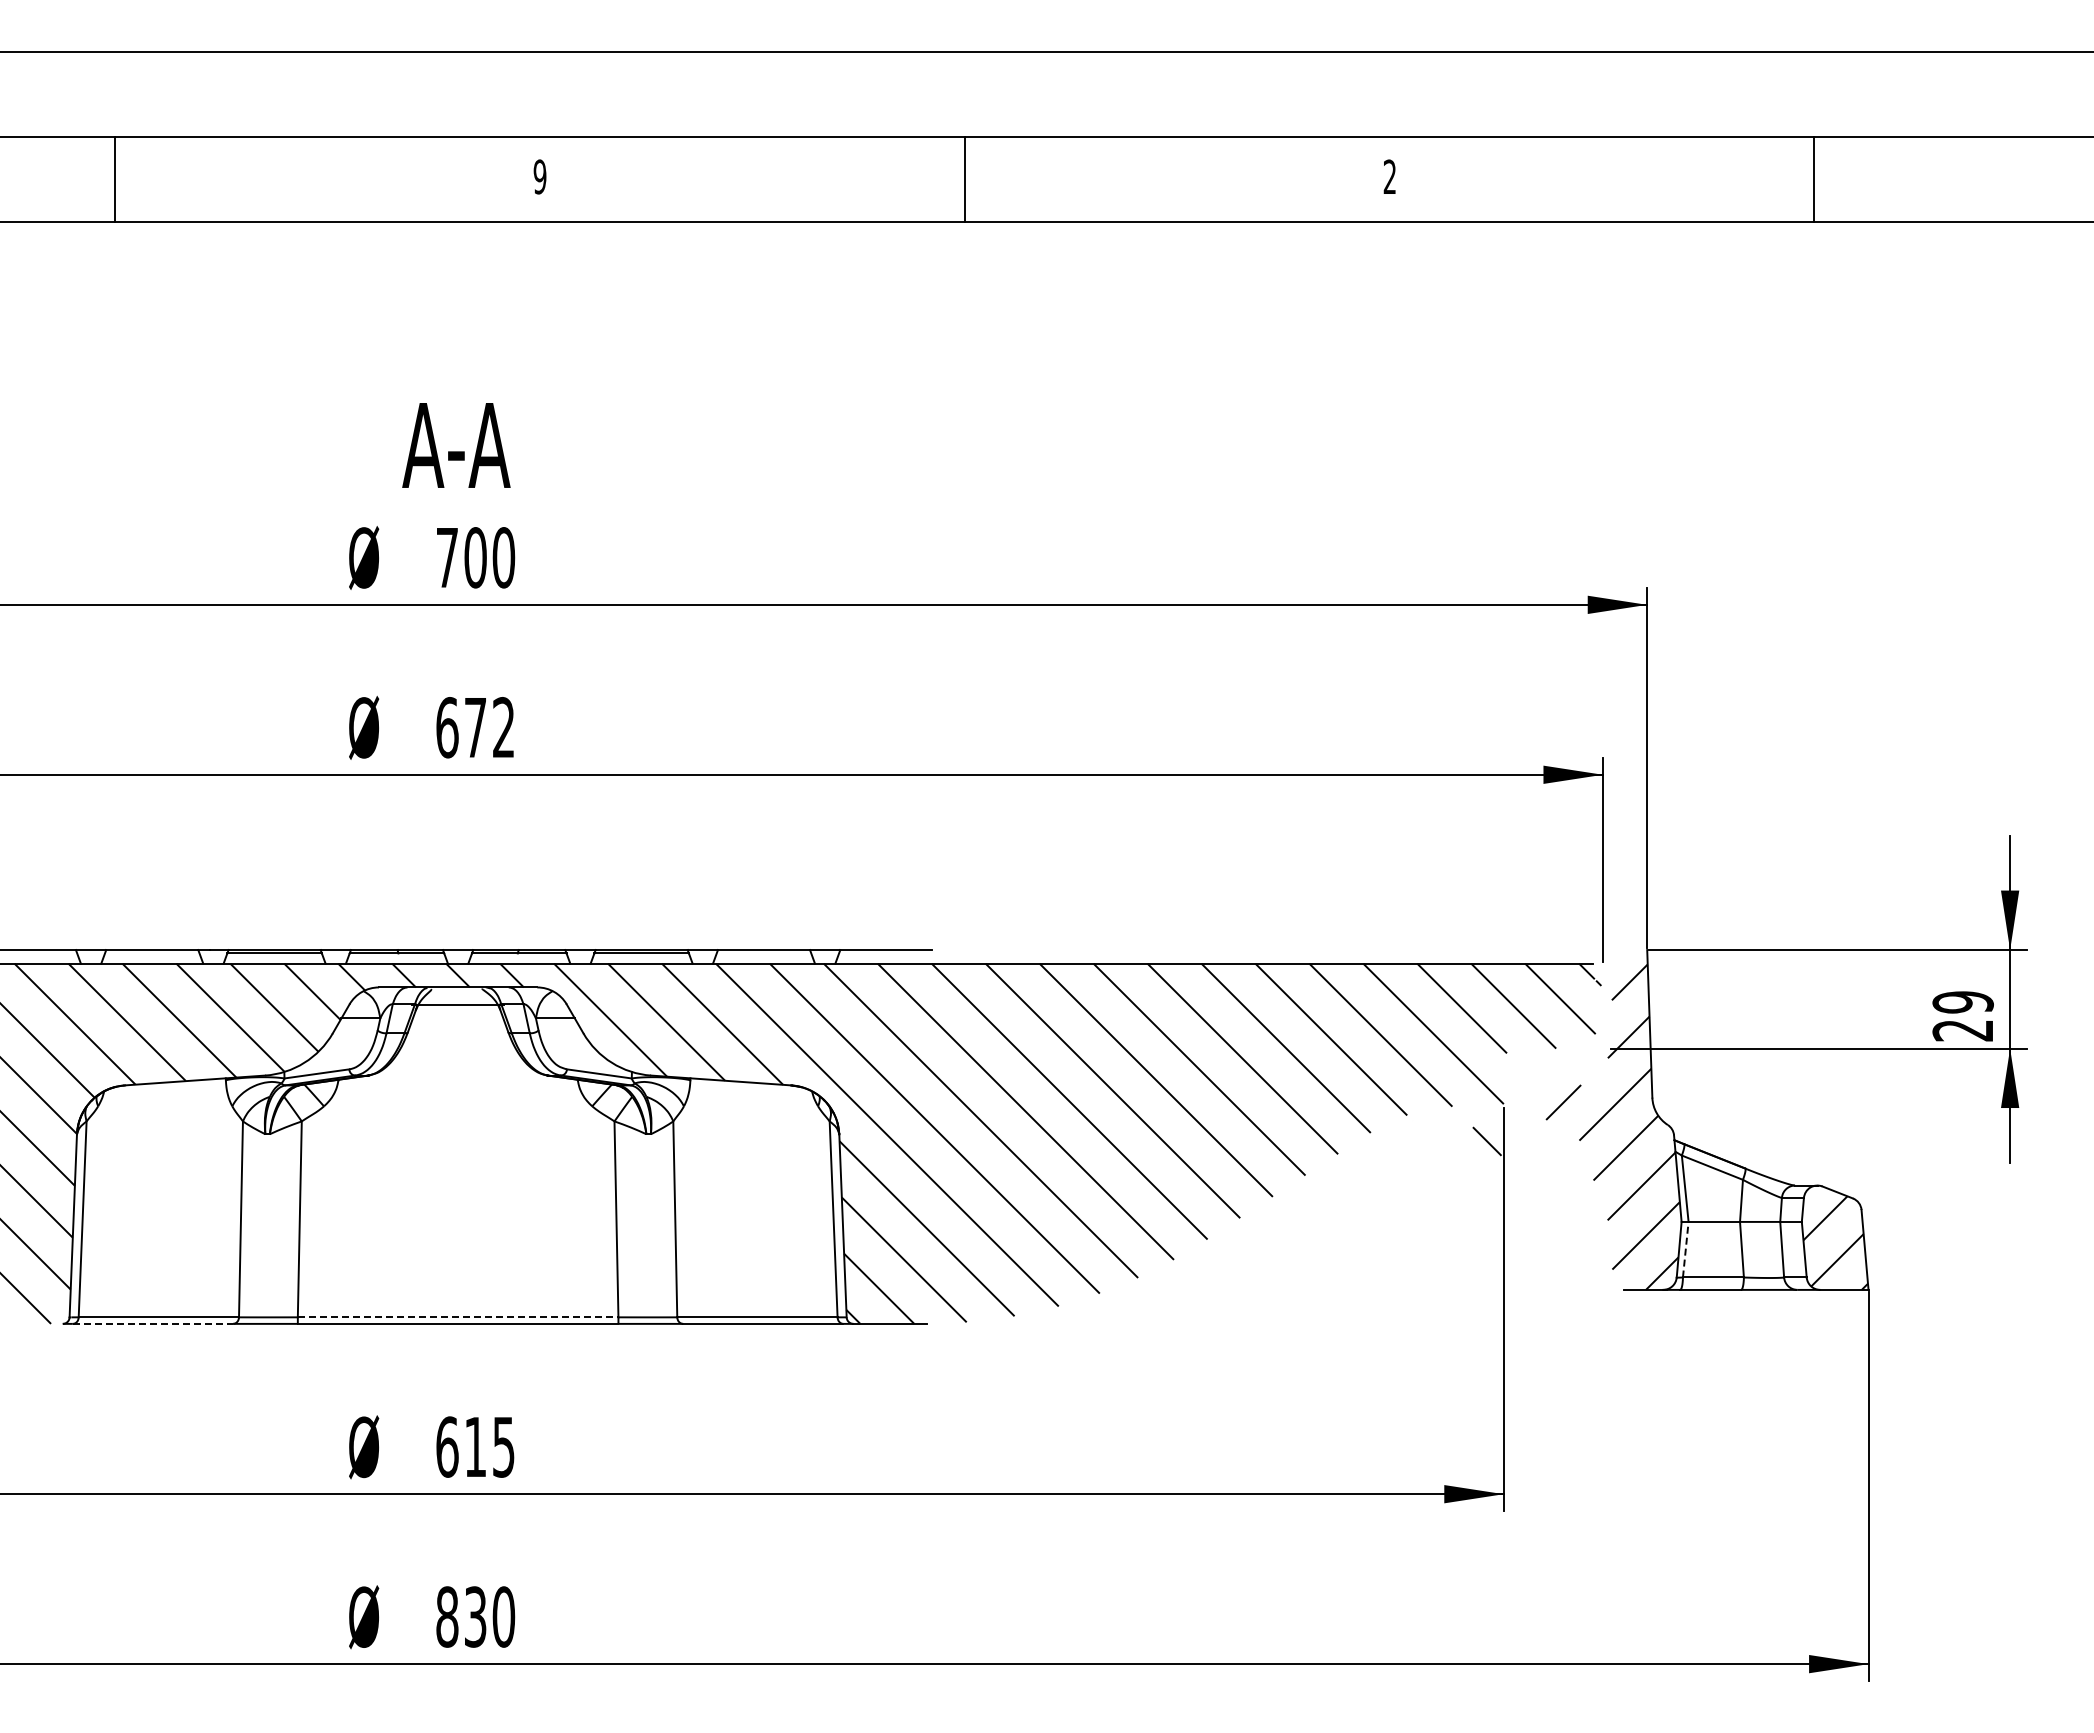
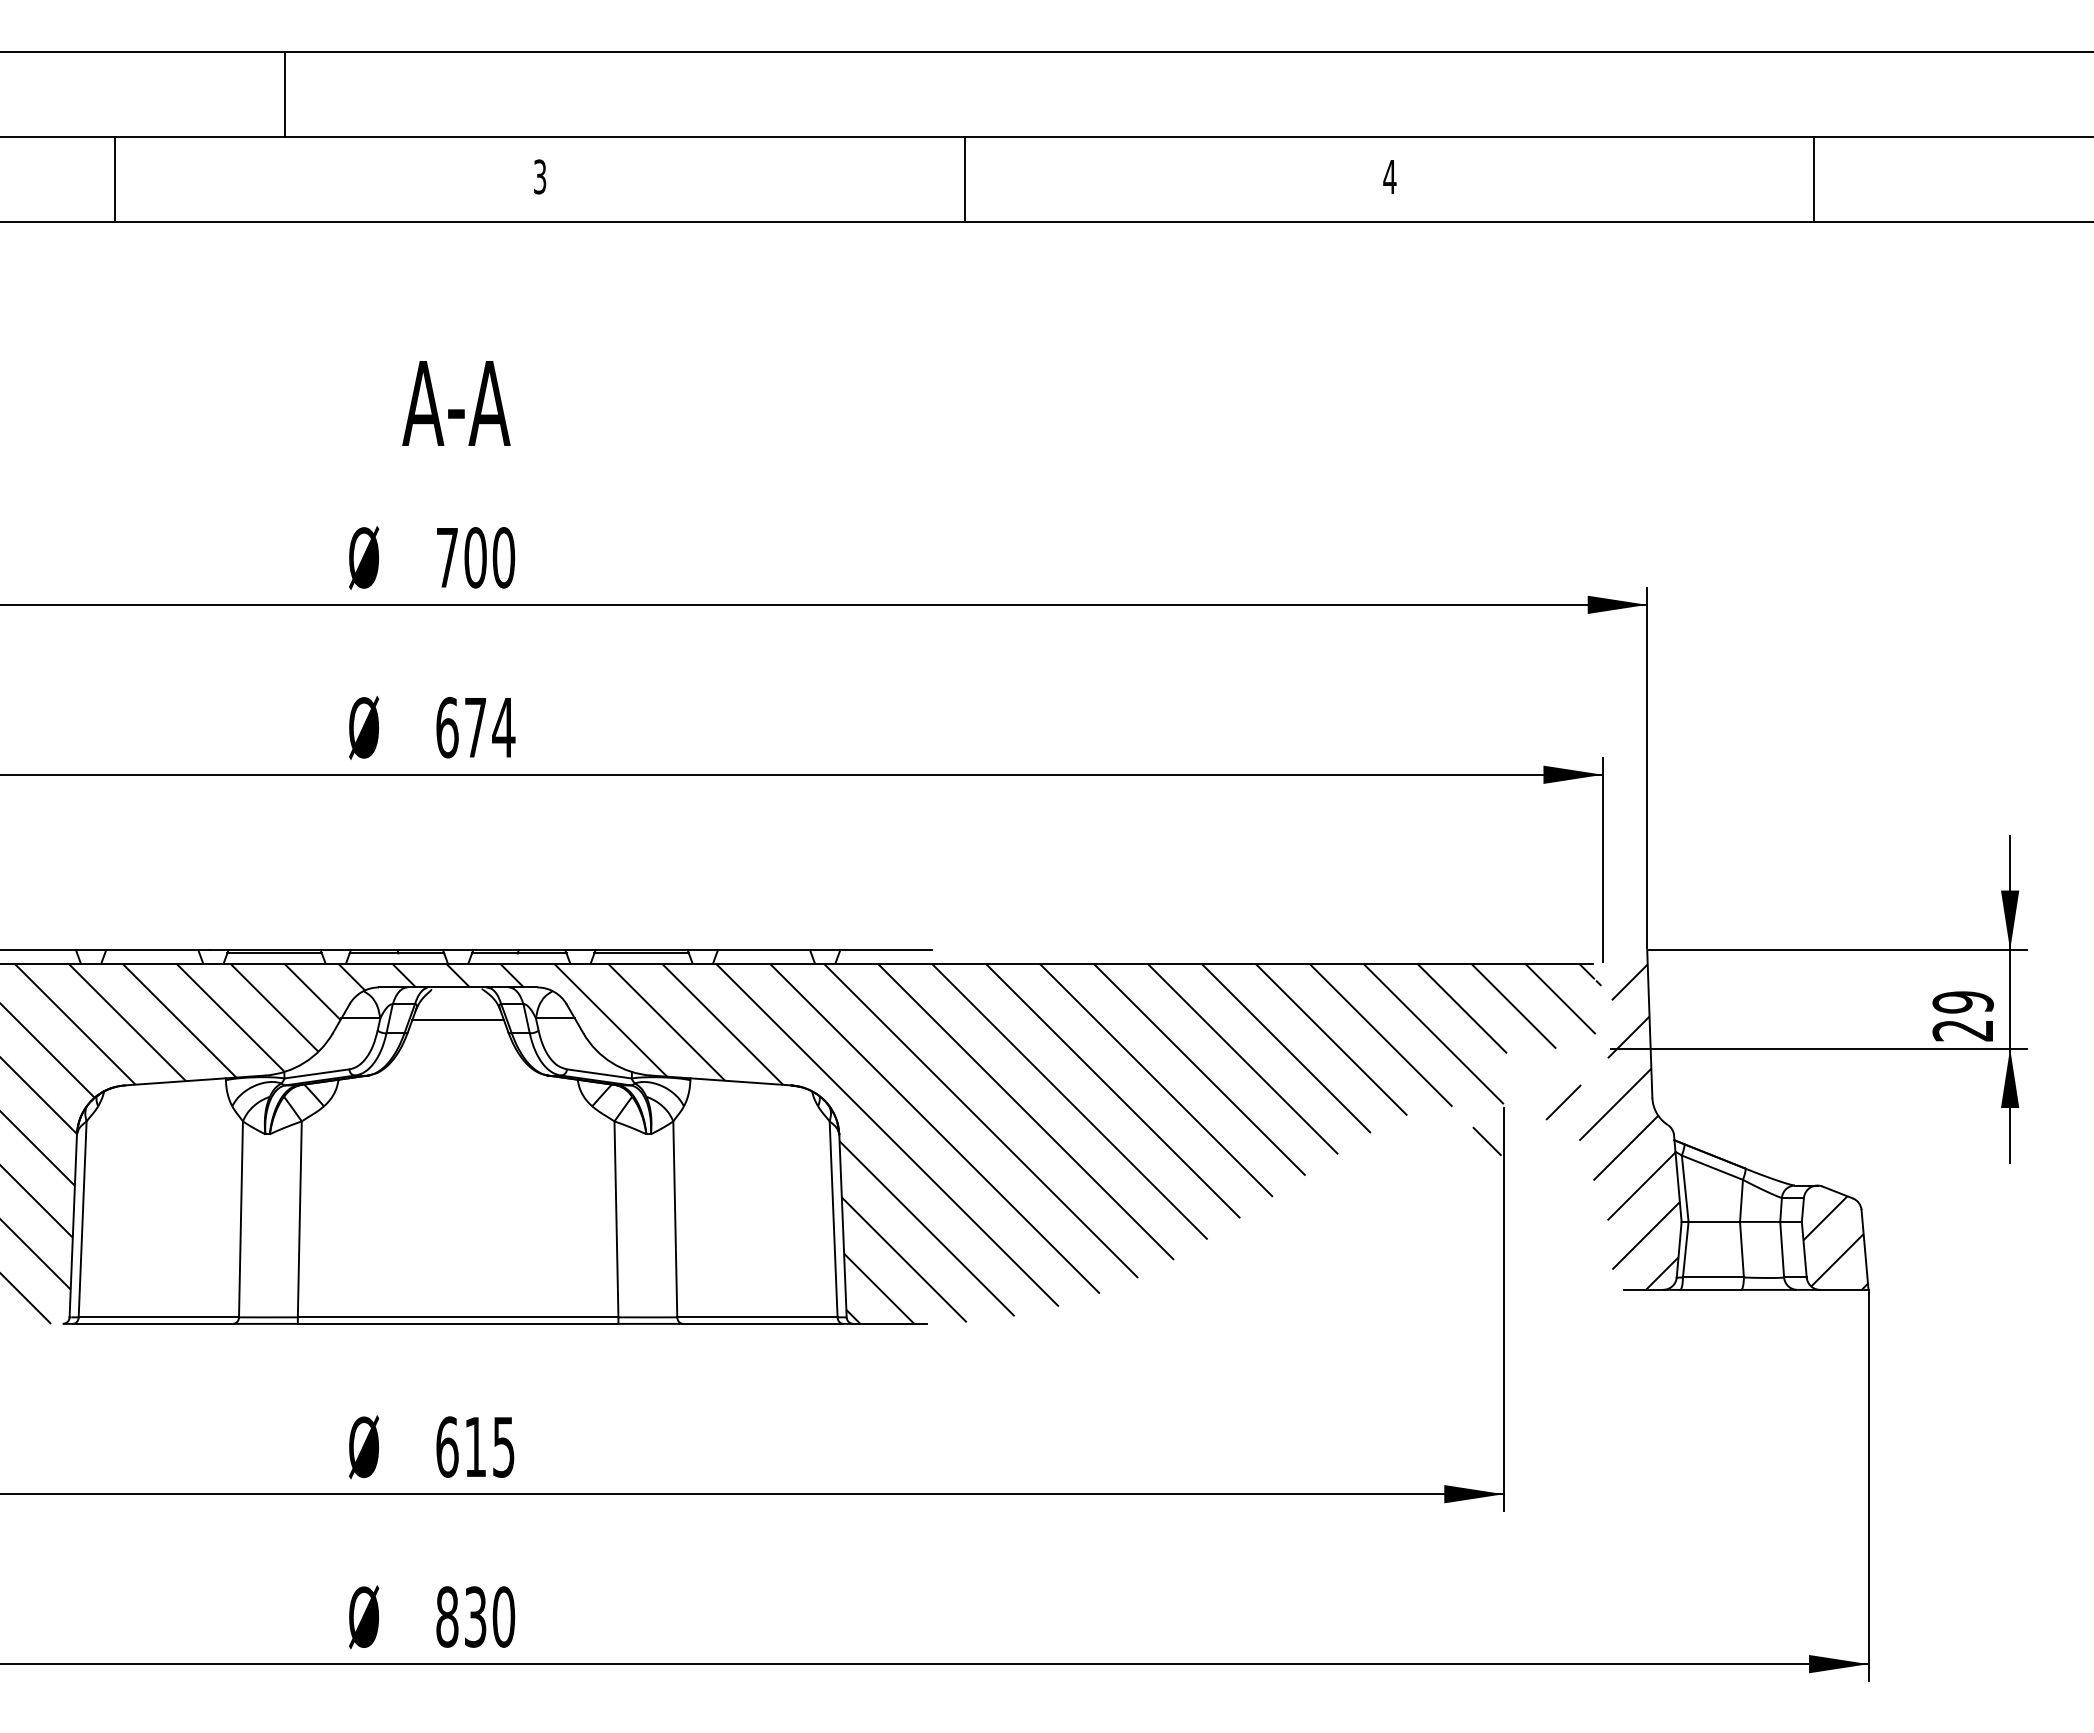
line at (284, 93): none -> present
text at (539, 176): 9 -> 3
text at (1389, 176): 2 -> 4
text at (456, 445) position: (456, 445) -> (456, 403)
text at (503, 727): 672 -> 674
line at (458, 1005) position: (458, 1005) -> (458, 1020)
line at (1685, 1249): dashed -> solid
line at (458, 1317): dashed -> solid
line at (153, 1323): dashed -> solid
